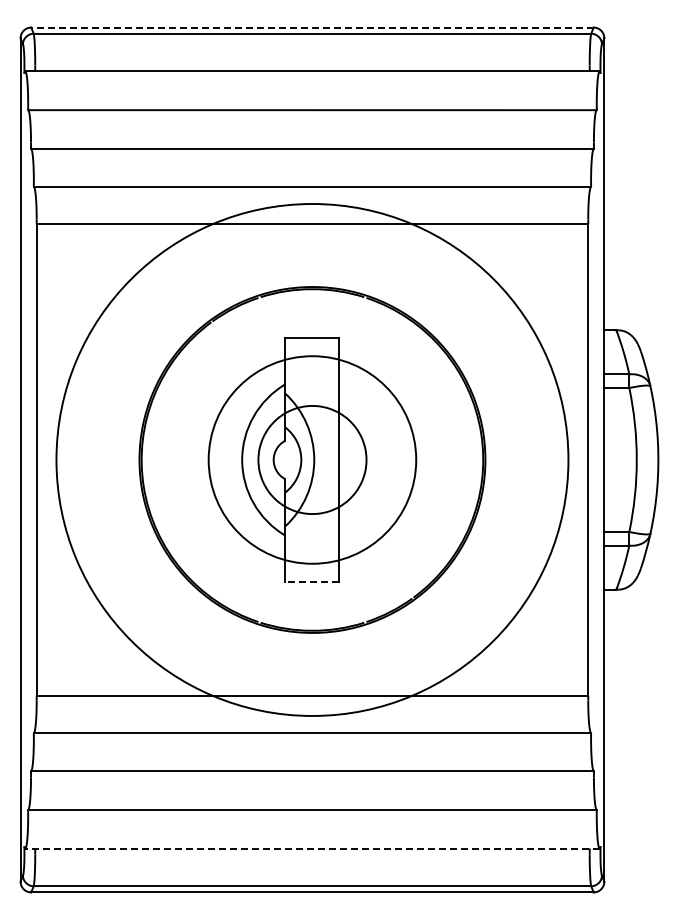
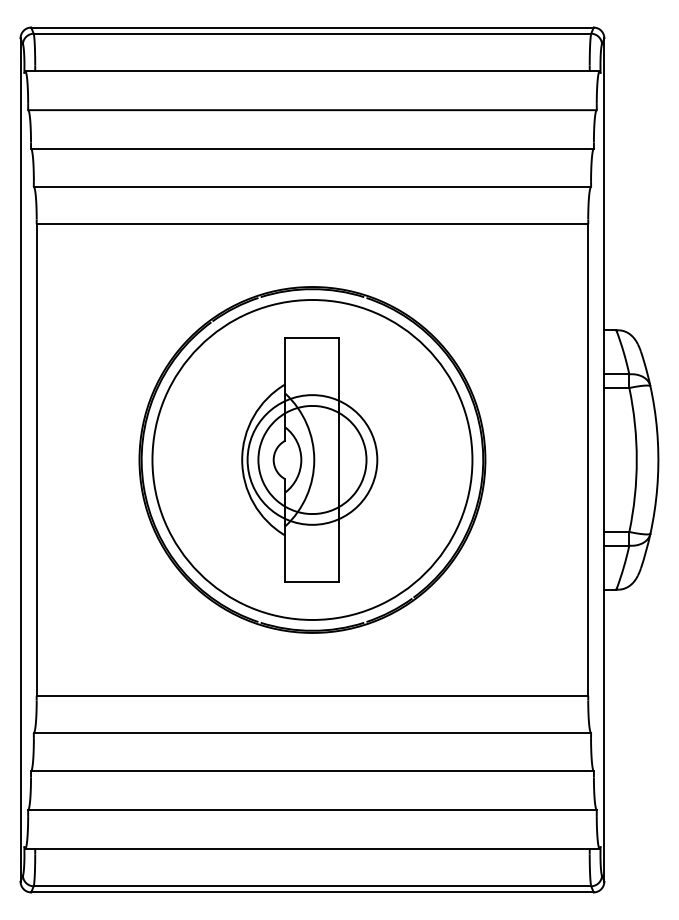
line at (311, 27): dashed -> solid
circle at (312, 459) diameter: 208 px -> 130 px
circle at (312, 459) diameter: 512 px -> 320 px
line at (311, 581): dashed -> solid
line at (311, 848): dashed -> solid
